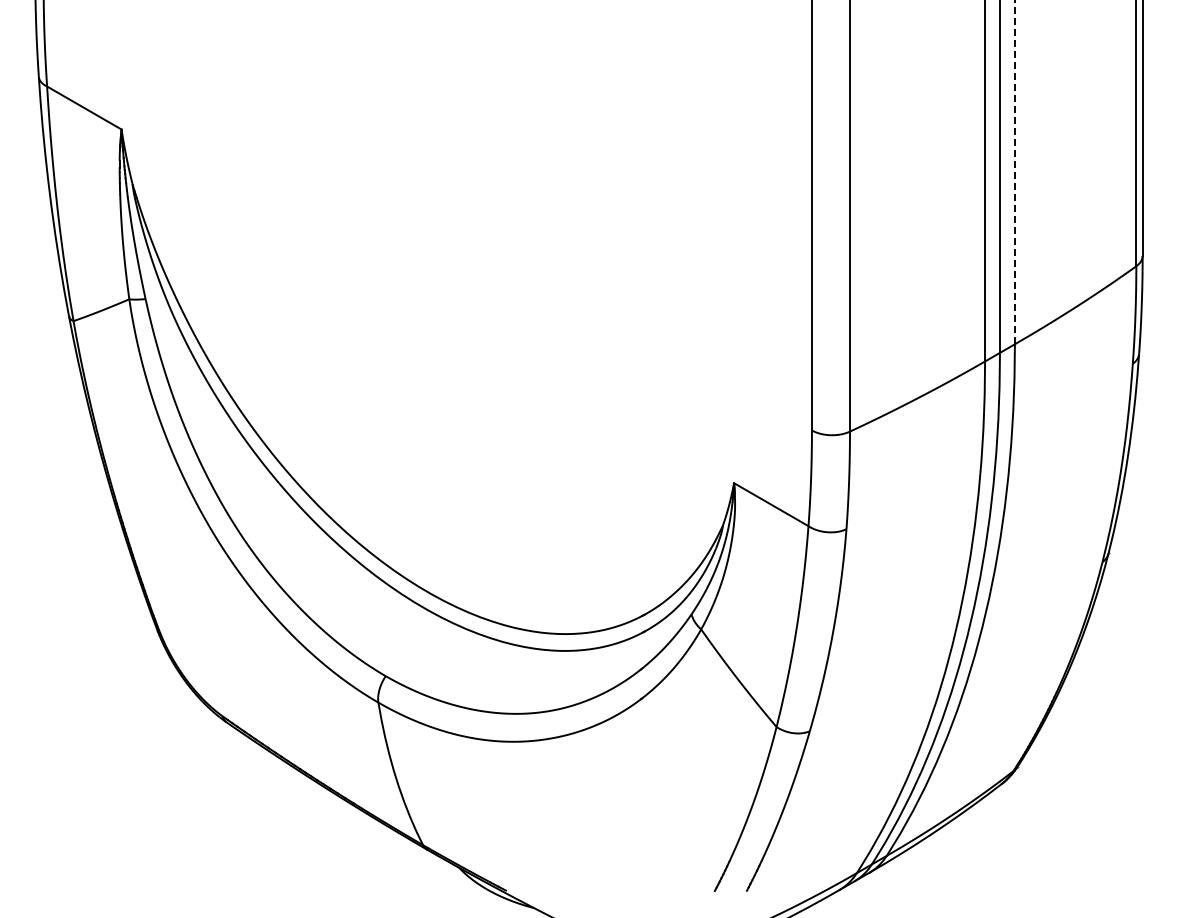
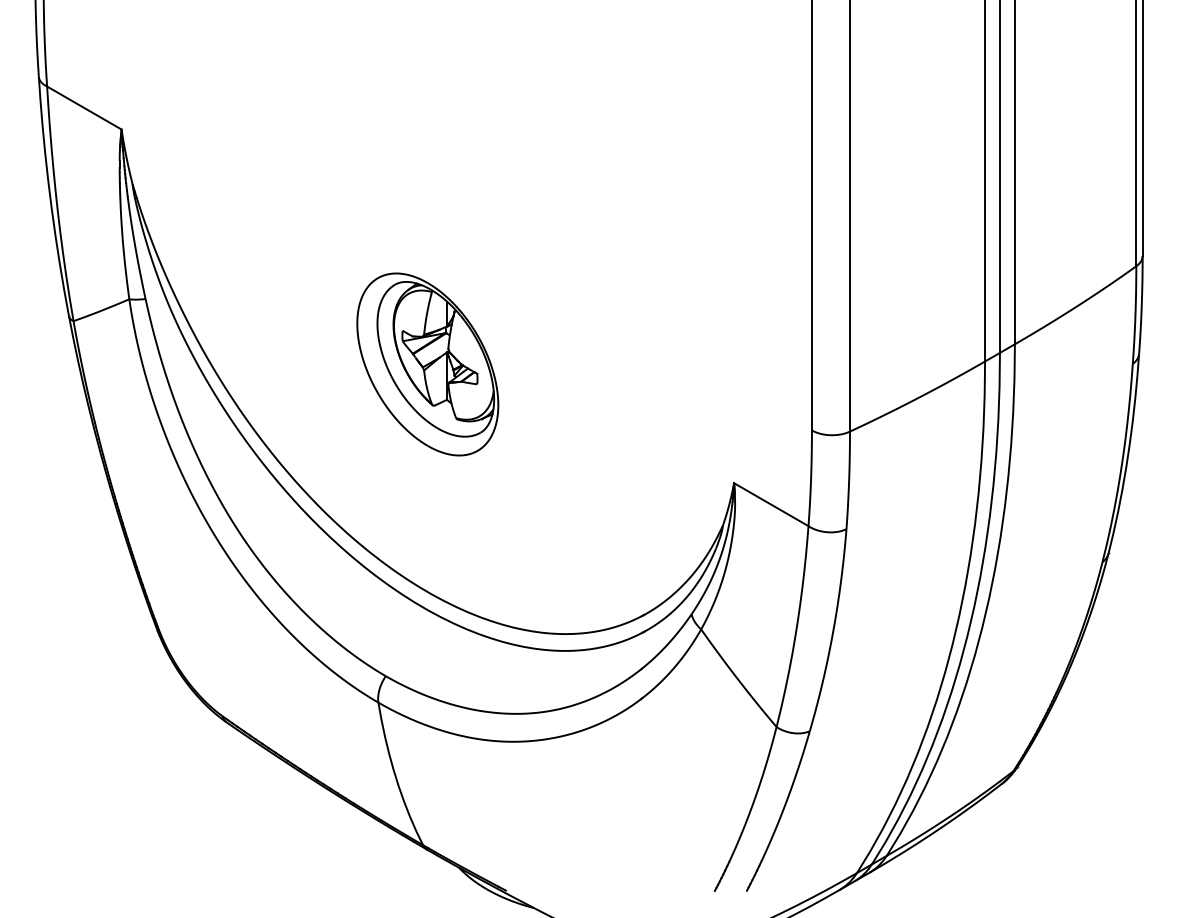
line at (1014, 172): dashed -> solid
part at (427, 364): none -> present
